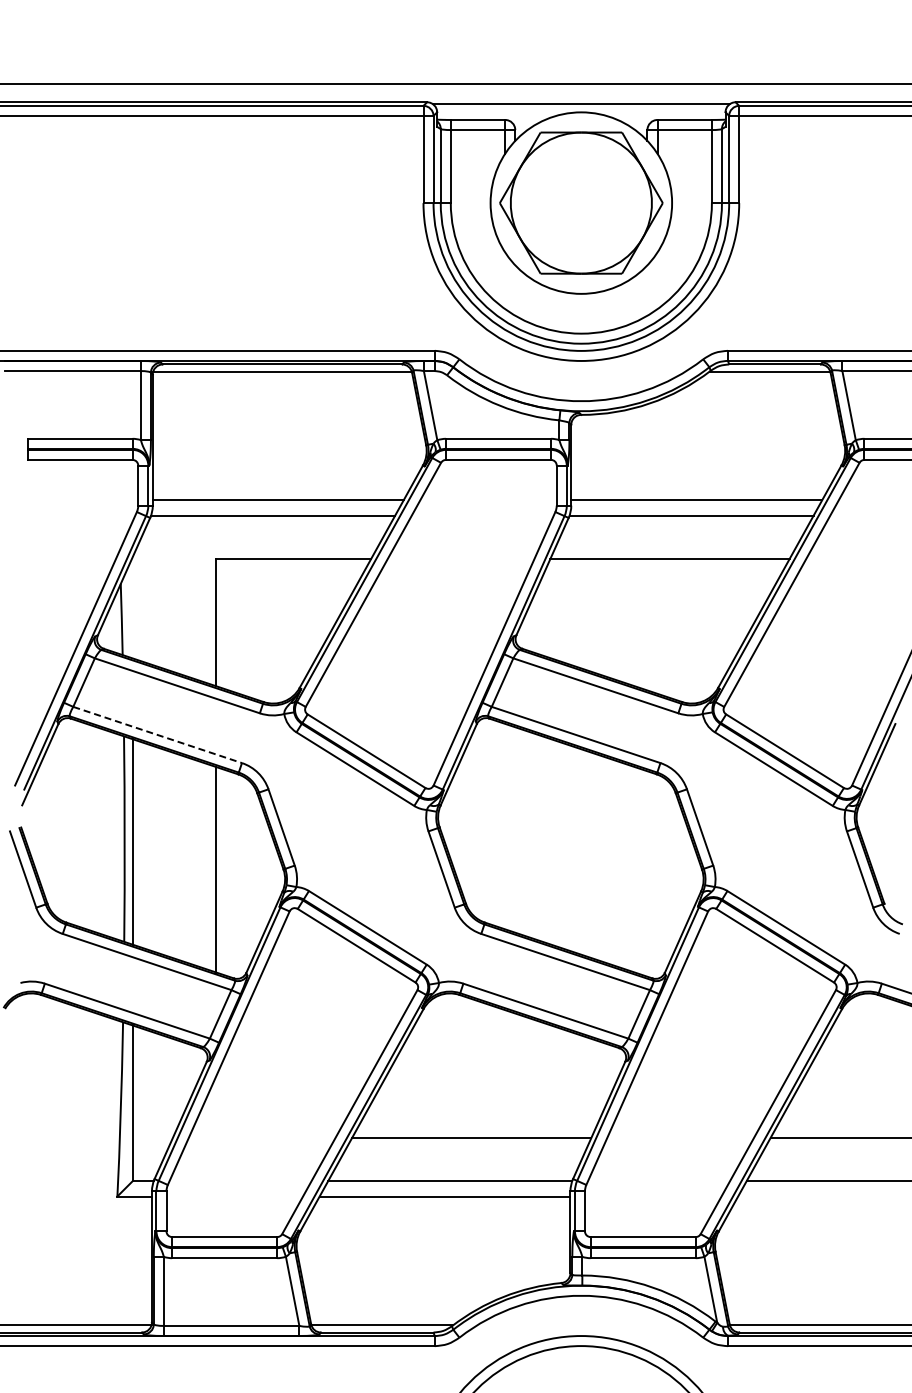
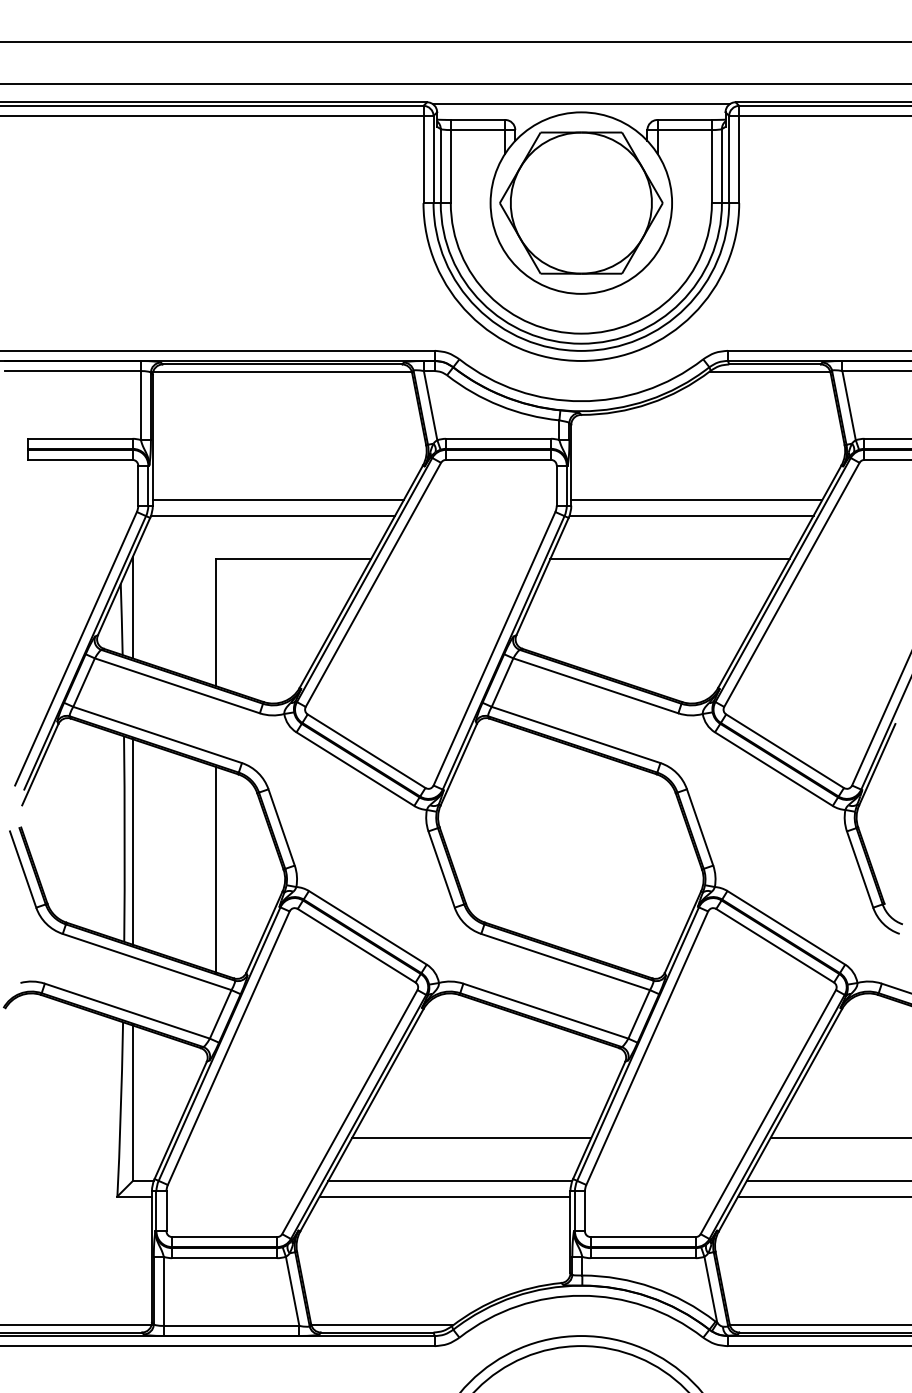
line at (455, 41): none -> present
line at (132, 607): none -> present
line at (157, 734): dashed -> solid
line at (823, 1196): none -> present
